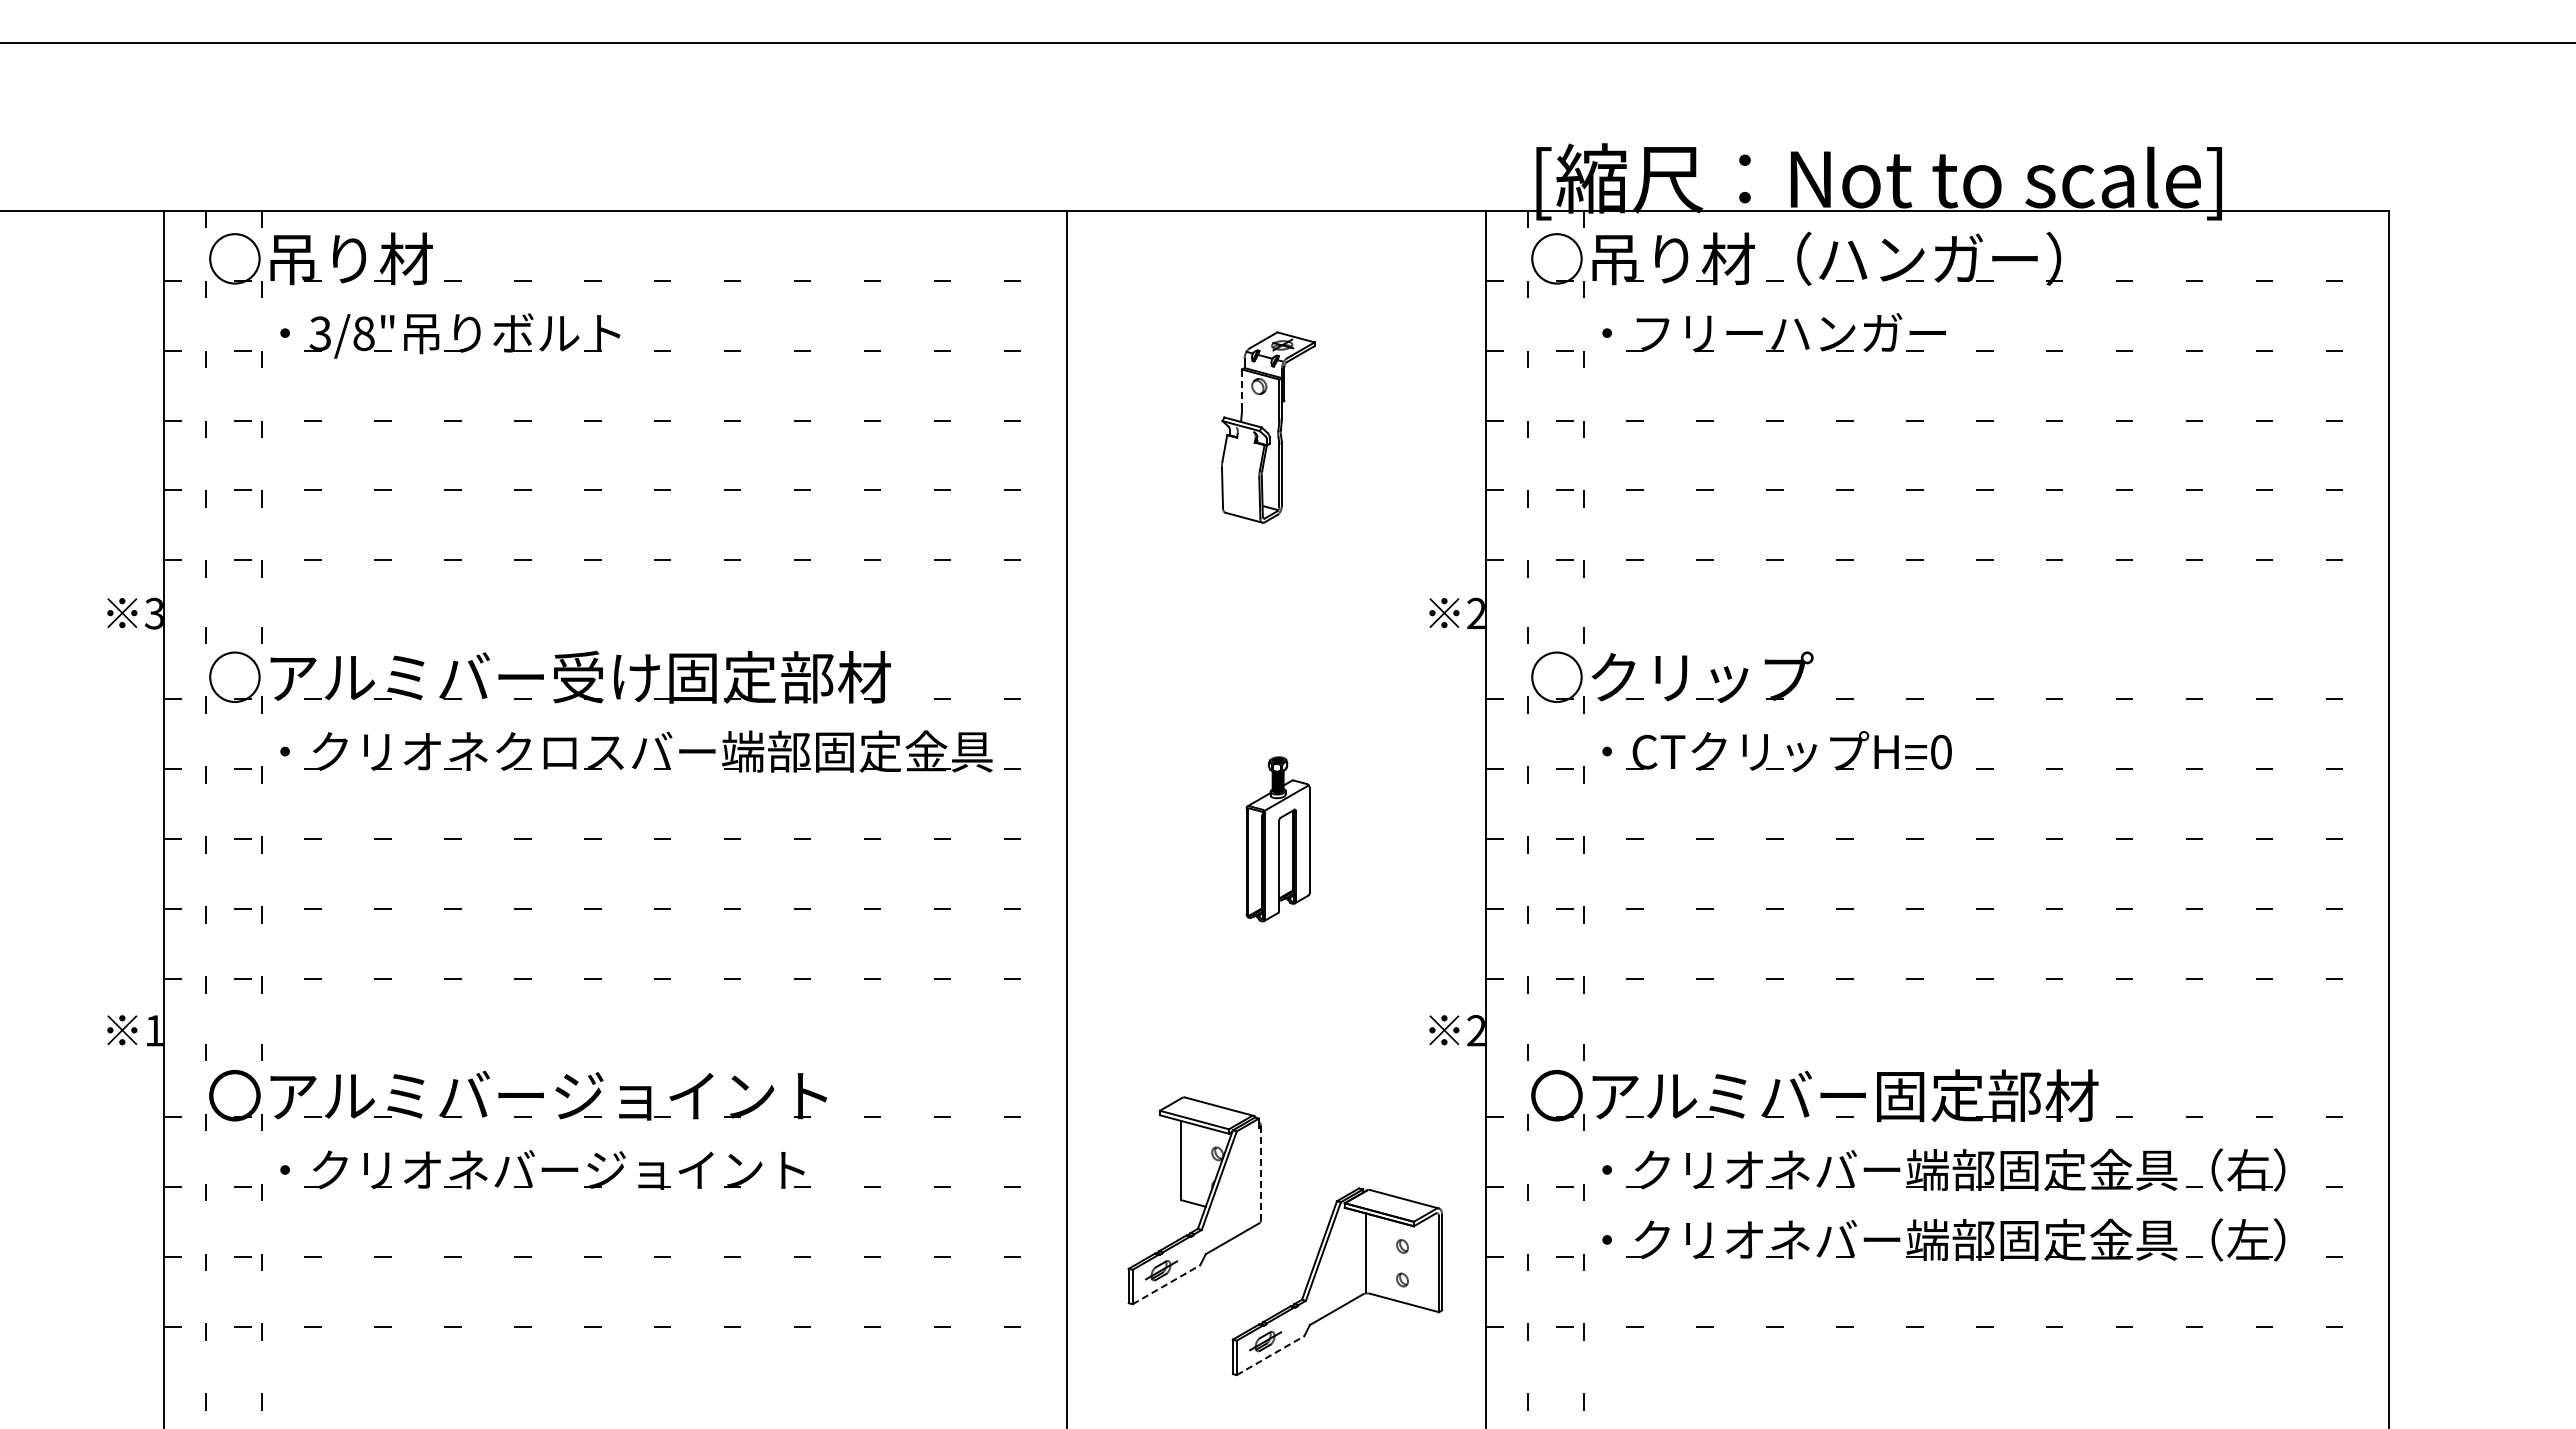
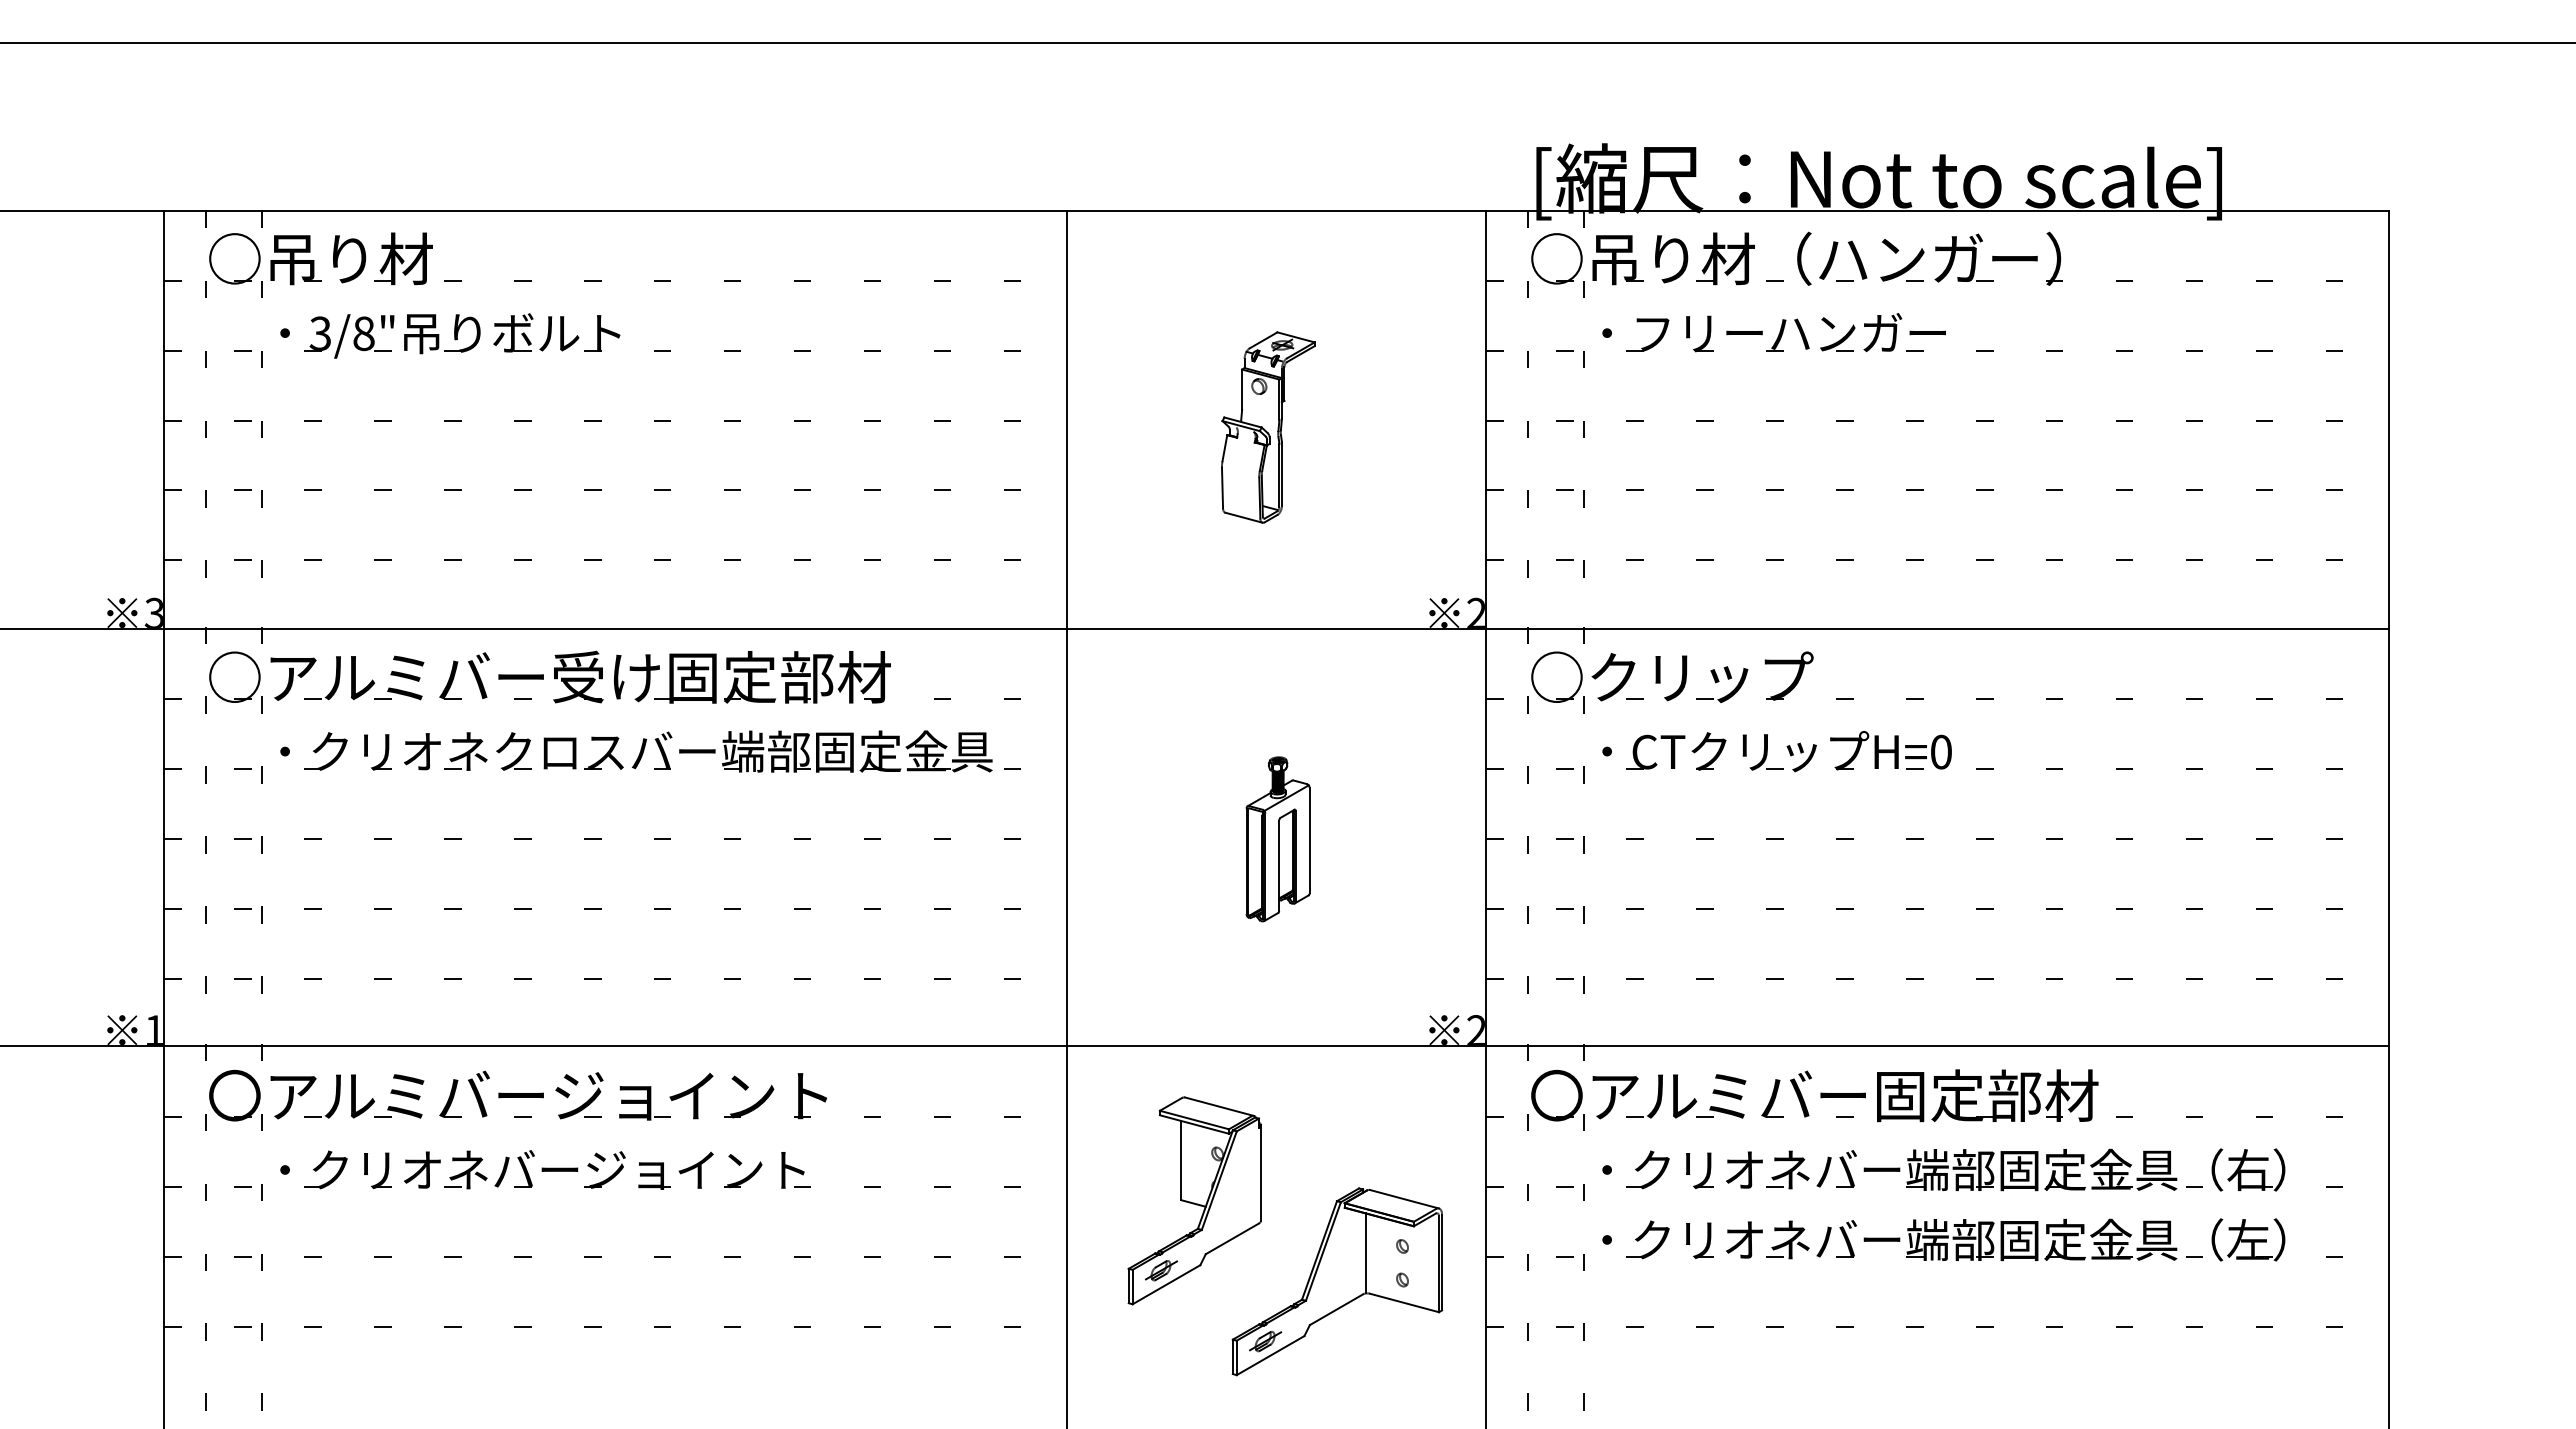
line at (1242, 390): dashed -> solid
line at (1195, 629): none -> present
line at (1195, 1046): none -> present
line at (1260, 1172): dashed -> solid
line at (1166, 1284): dashed -> solid
line at (1271, 1355): dashed -> solid
